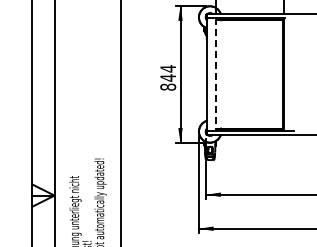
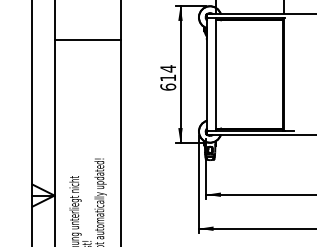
line at (87, 39): none -> present
line at (216, 74): dashed -> solid
text at (167, 82): 844 -> 614
